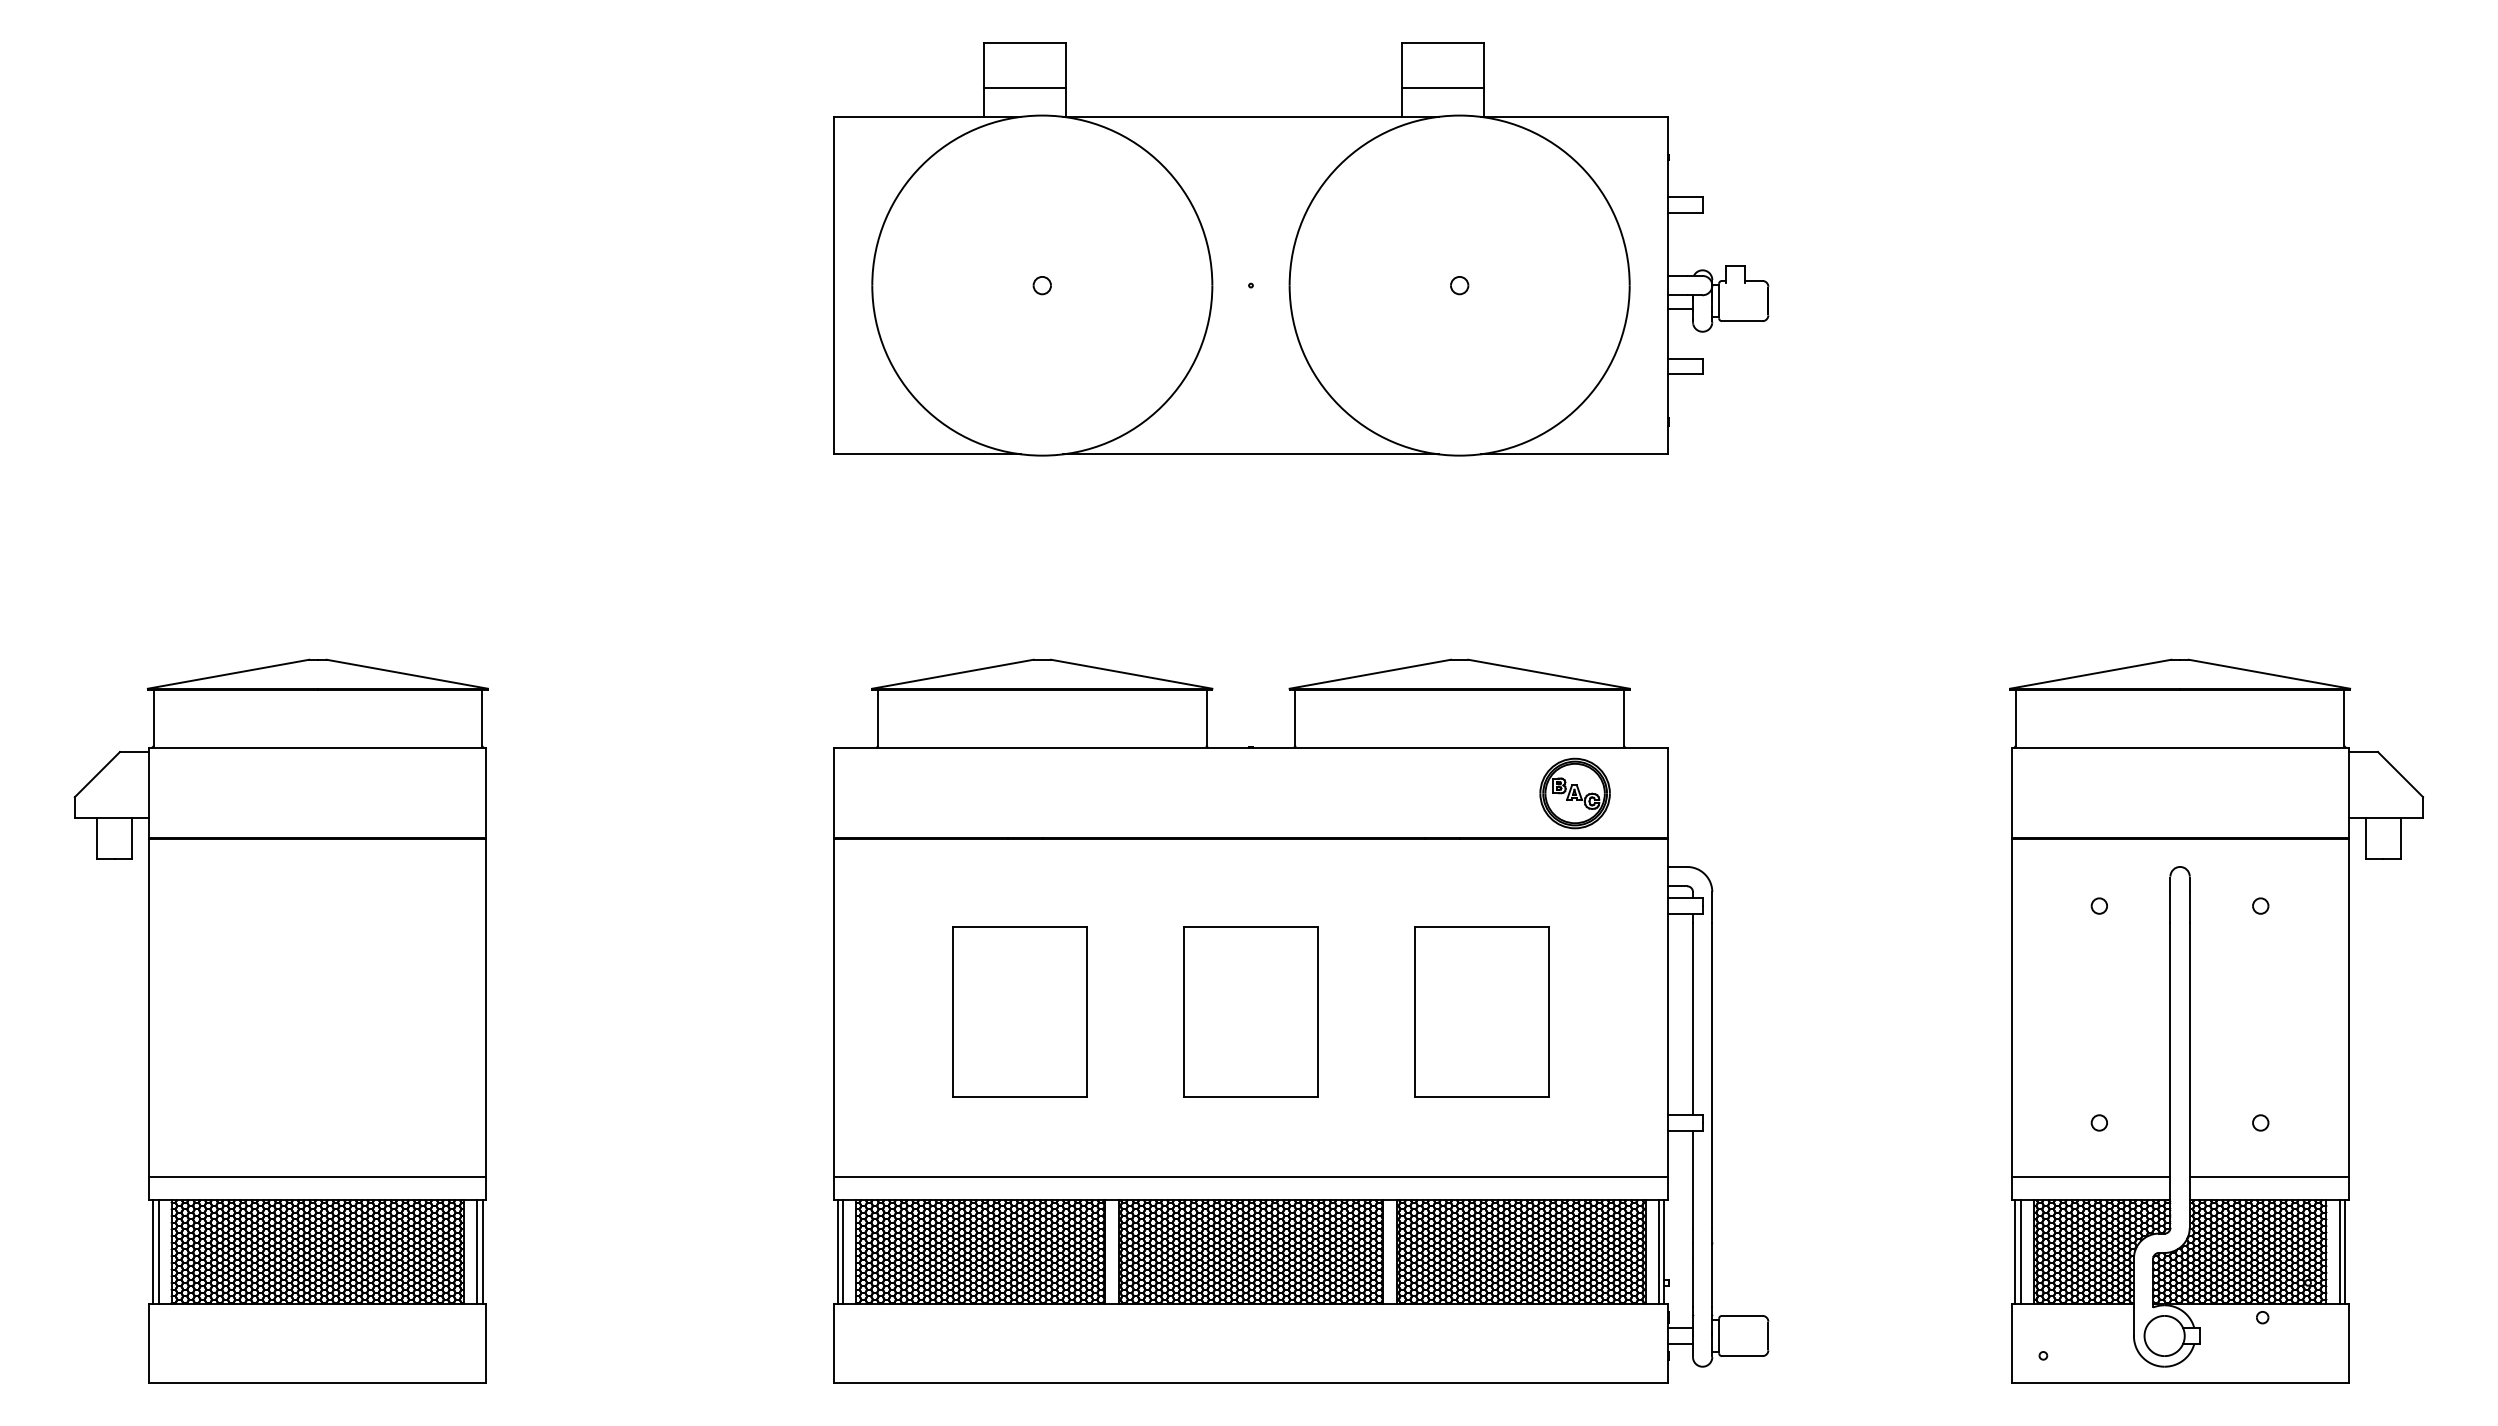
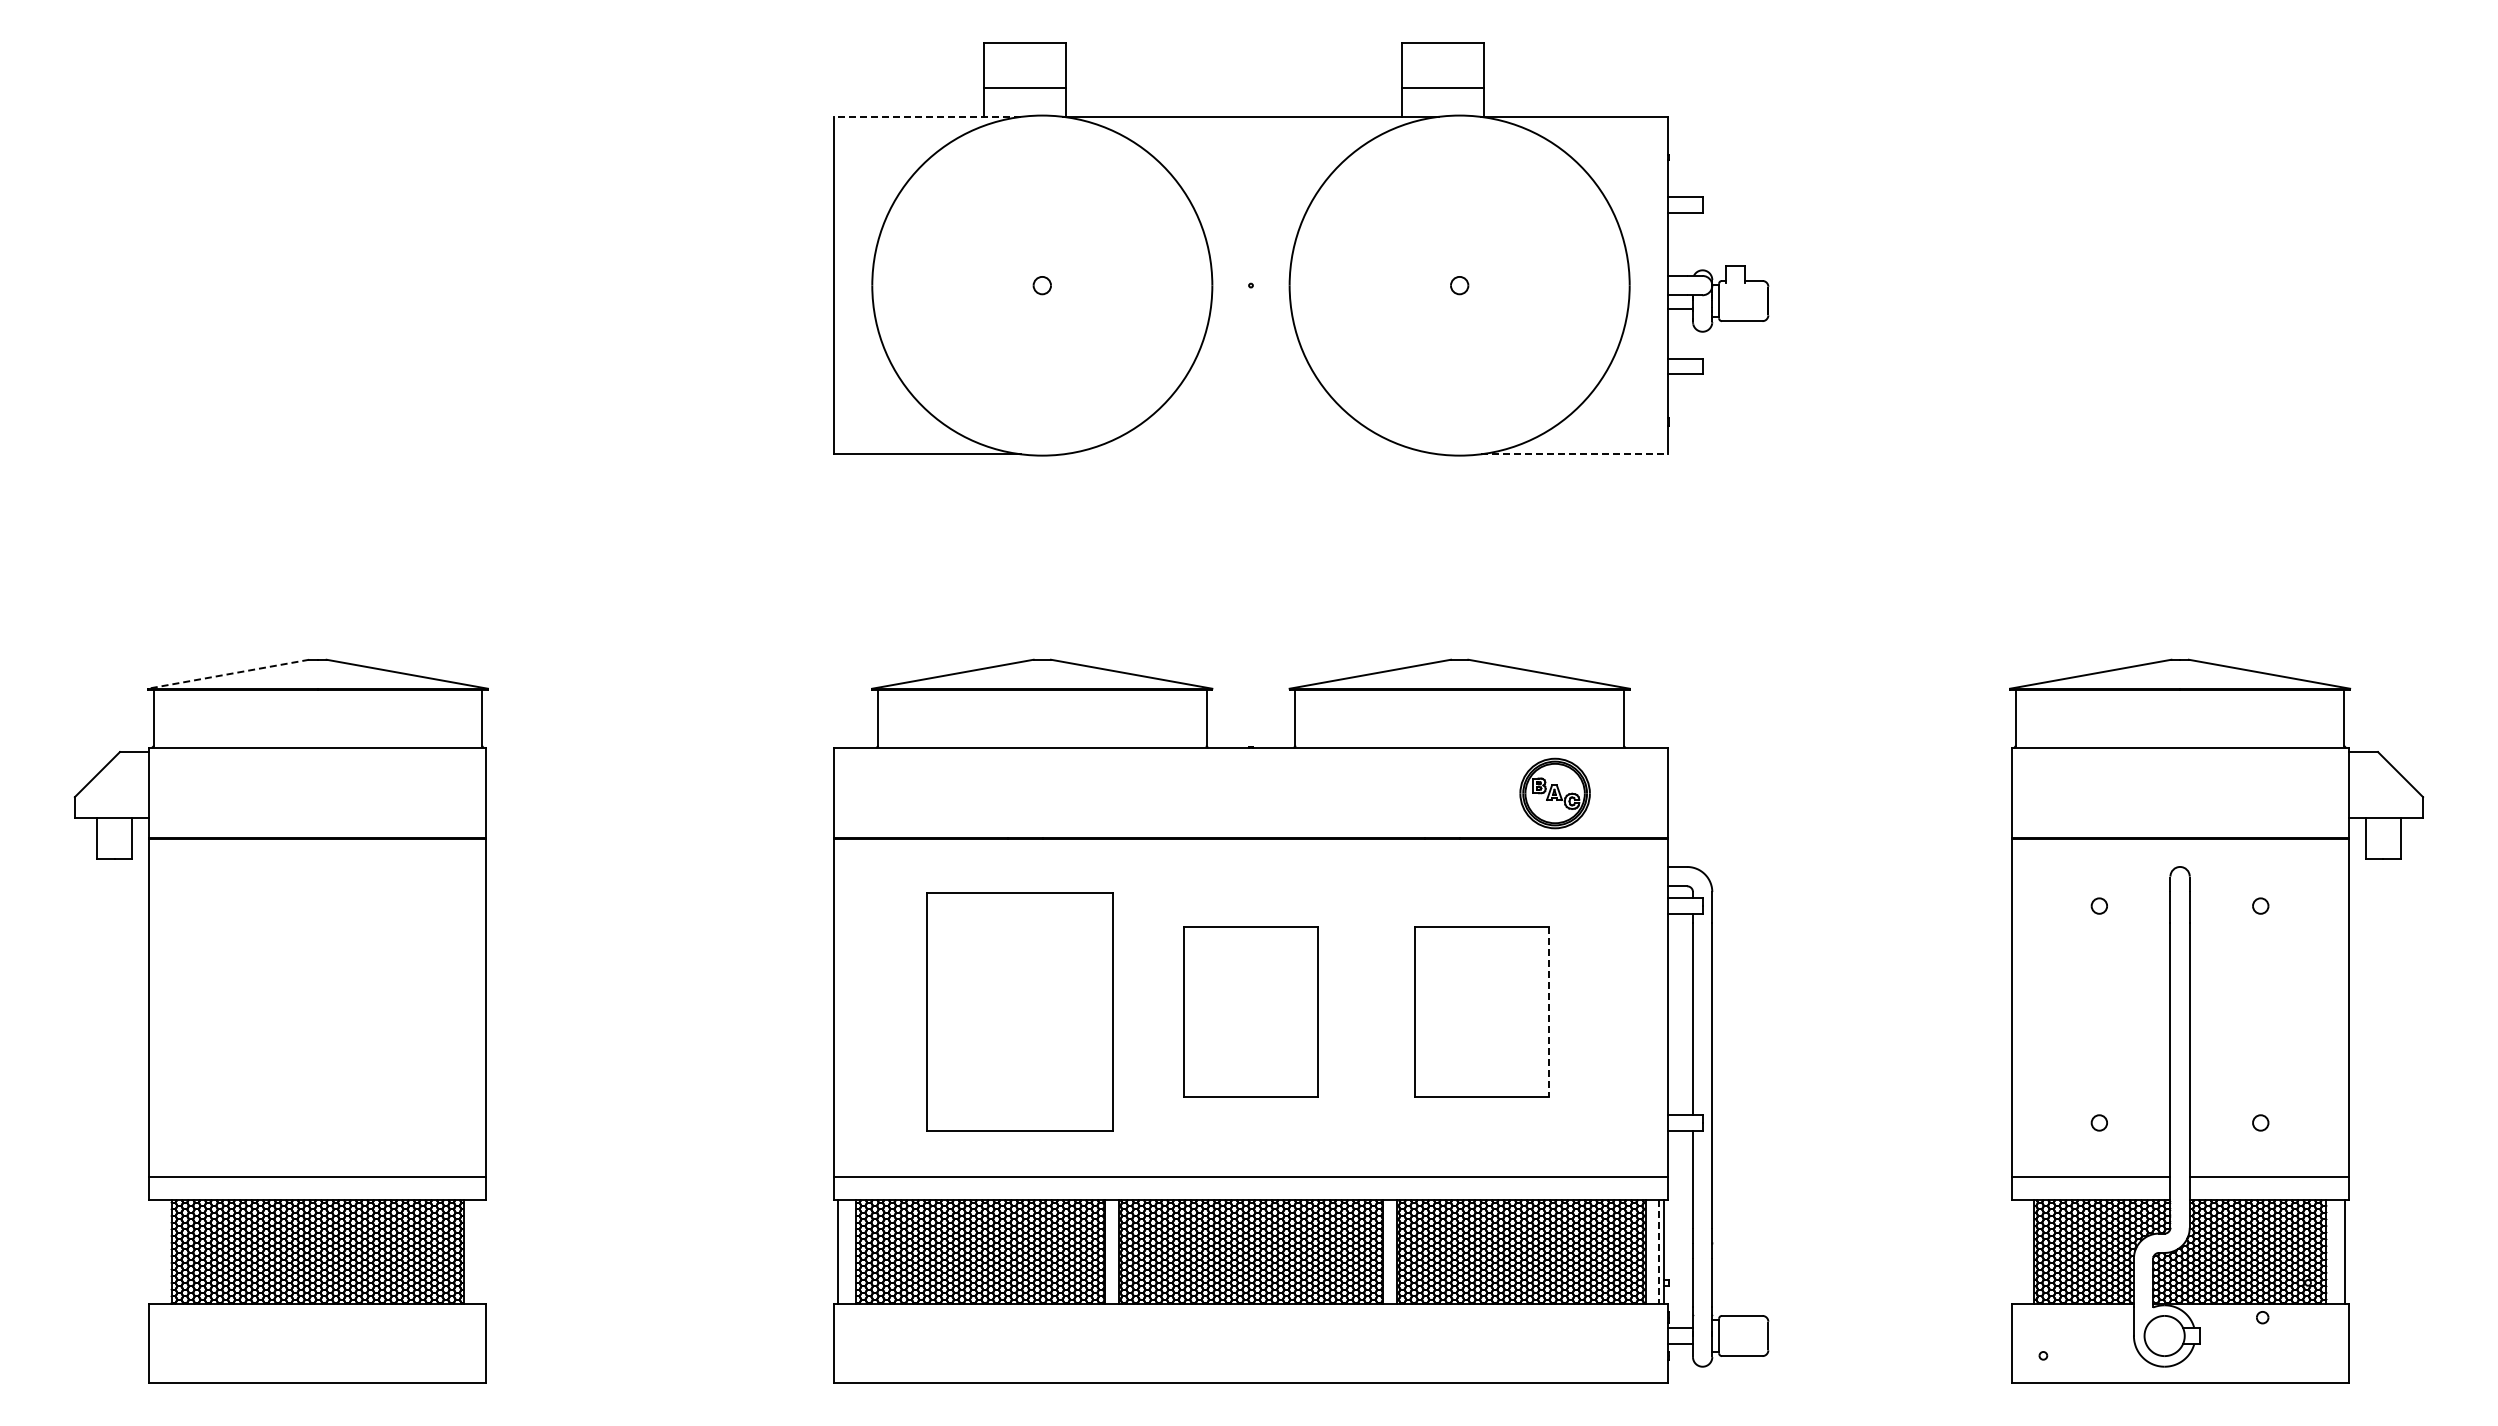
line at (927, 117): solid -> dashed
line at (1250, 454): present -> none
line at (1574, 454): solid -> dashed
line at (228, 674): solid -> dashed
part at (1574, 793) position: (1574, 793) -> (1554, 793)
part at (1019, 1011) size: 136x172 px -> 188x240 px
line at (1548, 1012): solid -> dashed
line at (153, 1251): present -> none
line at (158, 1251): present -> none
line at (477, 1251): present -> none
line at (482, 1251): present -> none
line at (843, 1251): present -> none
line at (2015, 1251): present -> none
line at (2020, 1251): present -> none
line at (2339, 1251): present -> none
line at (1658, 1252): solid -> dashed
